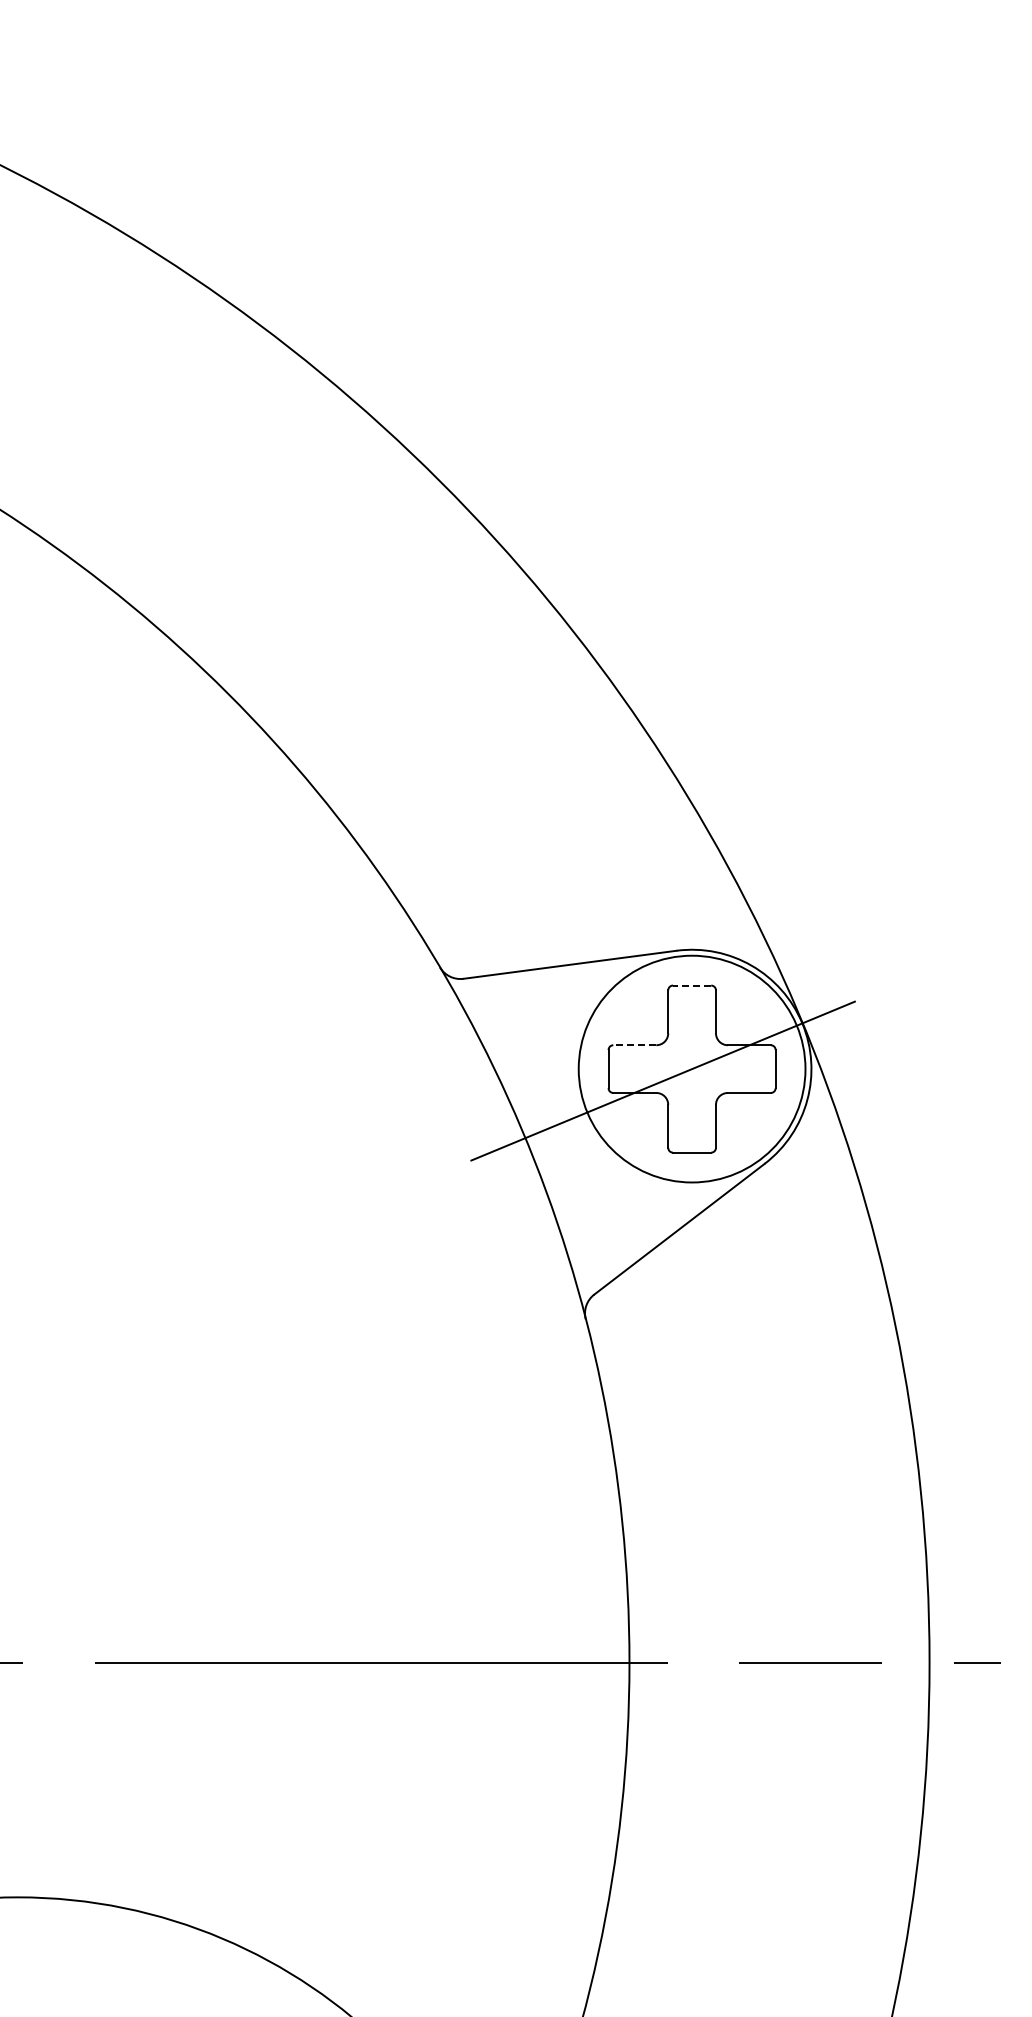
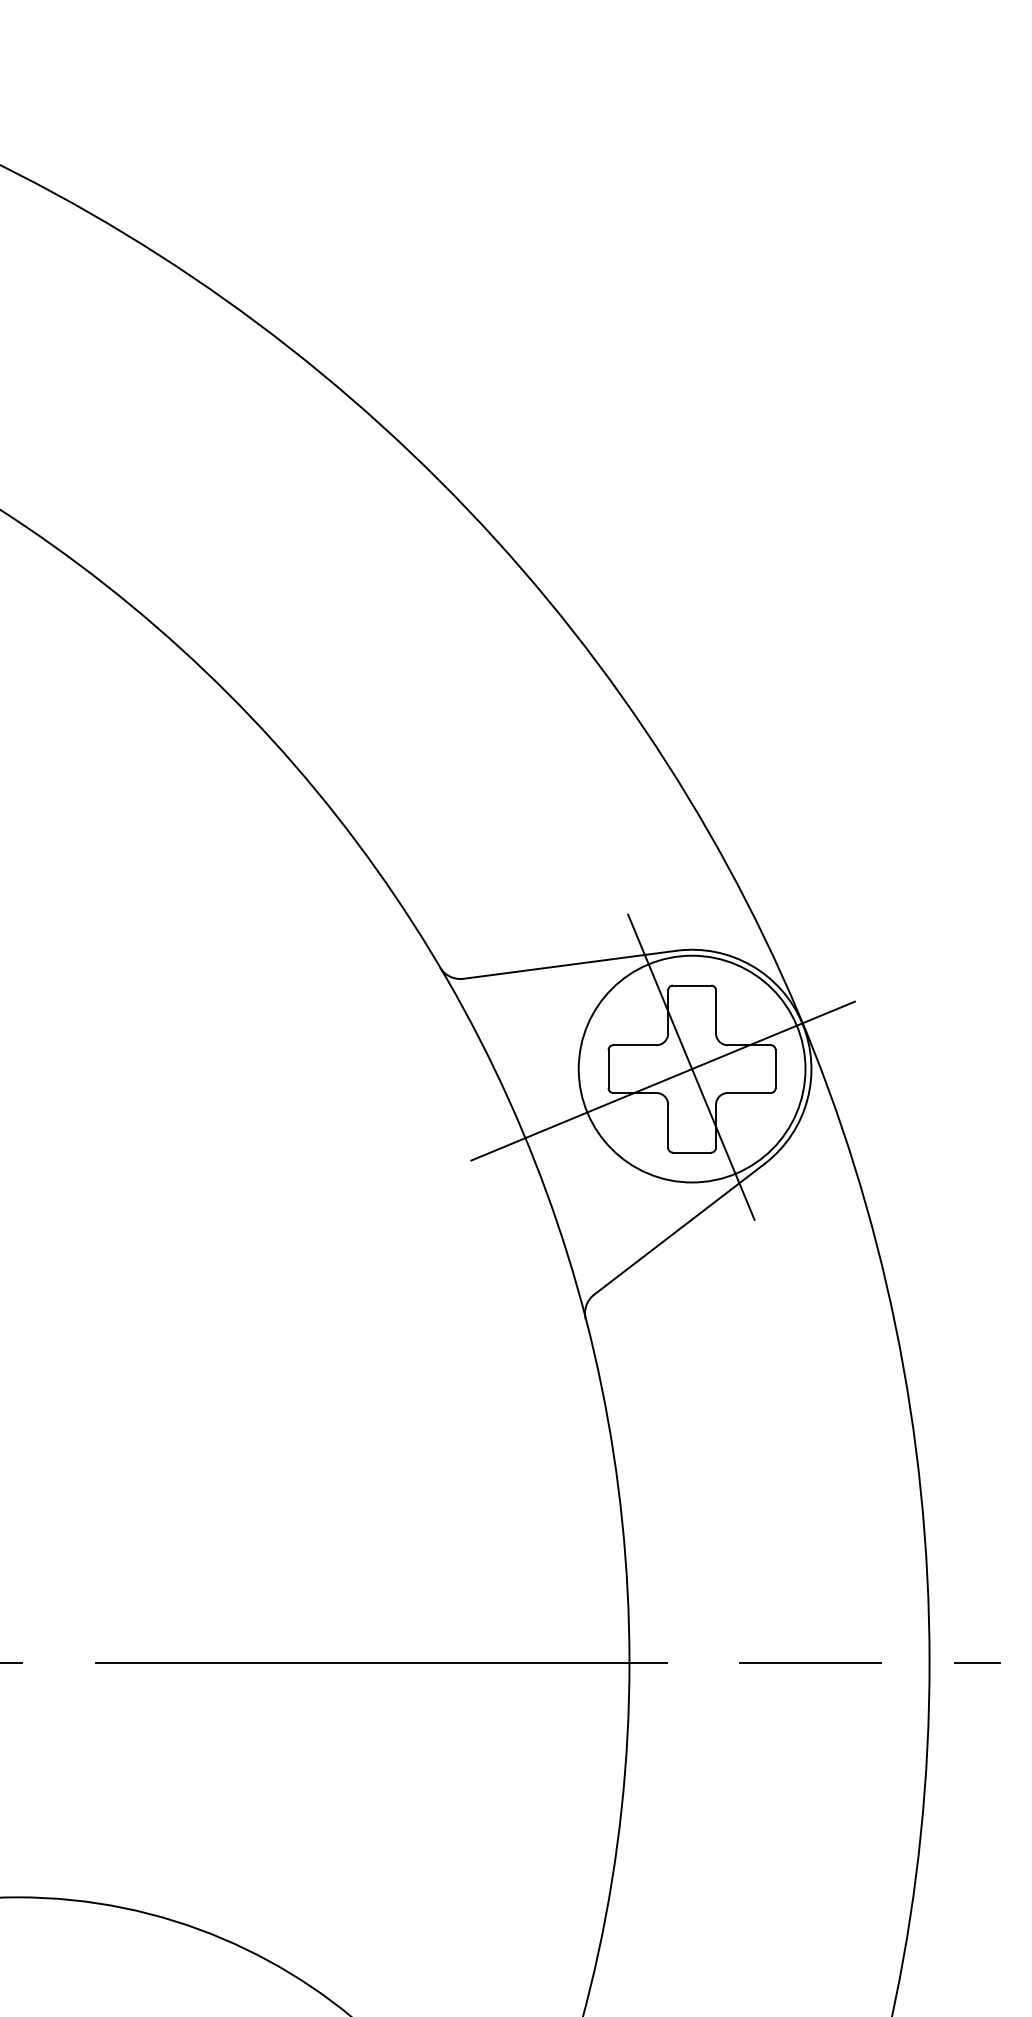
line at (691, 985): dashed -> solid
line at (634, 1045): dashed -> solid
line at (690, 1066): none -> present
